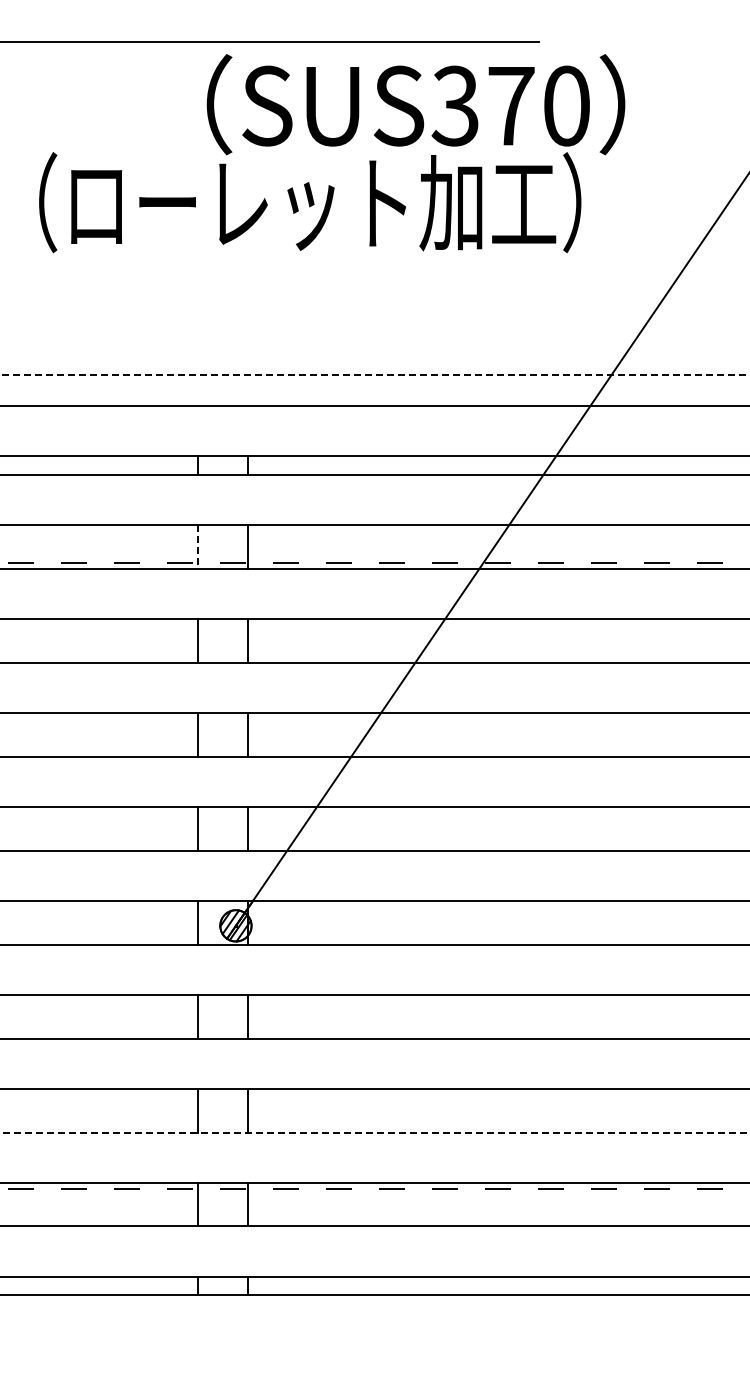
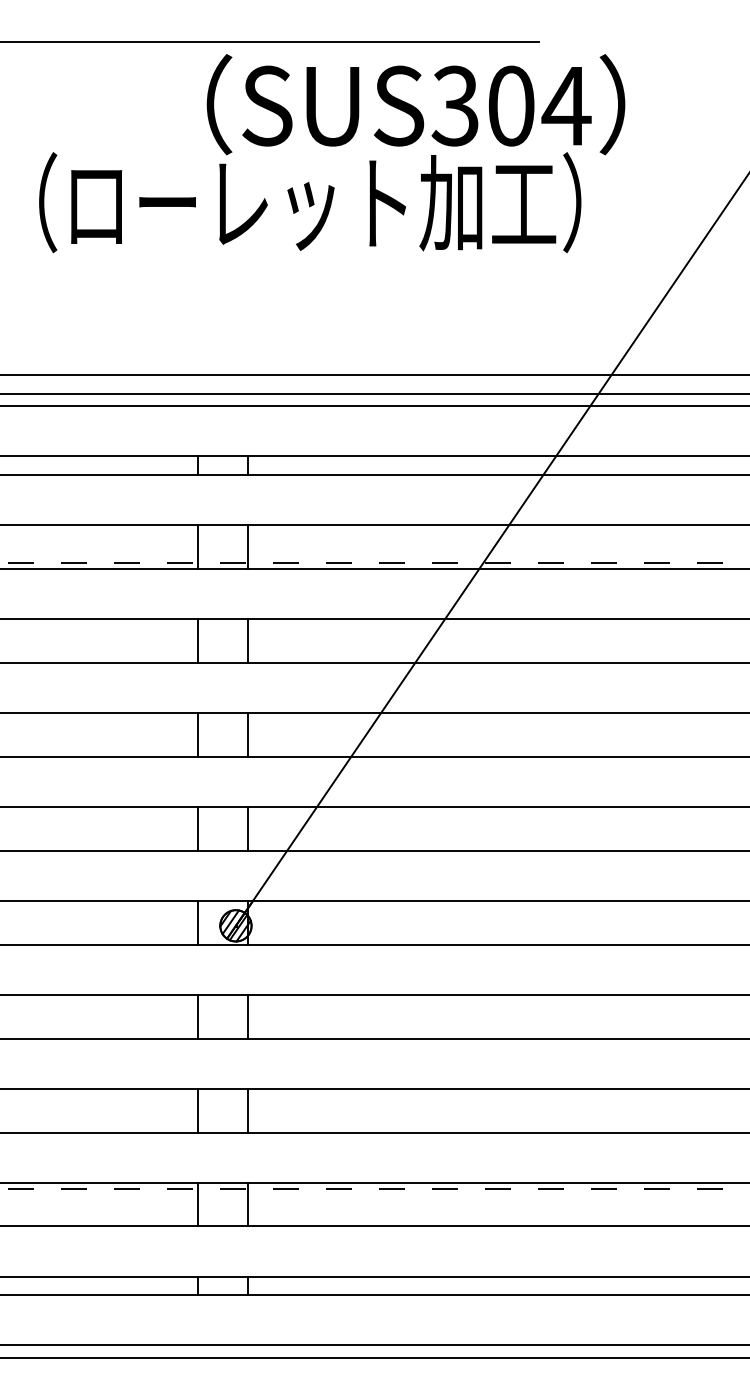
text at (539, 105): SUS370 -> SUS304
line at (375, 375): dashed -> solid
line at (374, 393): none -> present
line at (198, 547): dashed -> solid
line at (375, 1132): dashed -> solid
line at (374, 1345): none -> present
line at (374, 1357): none -> present
